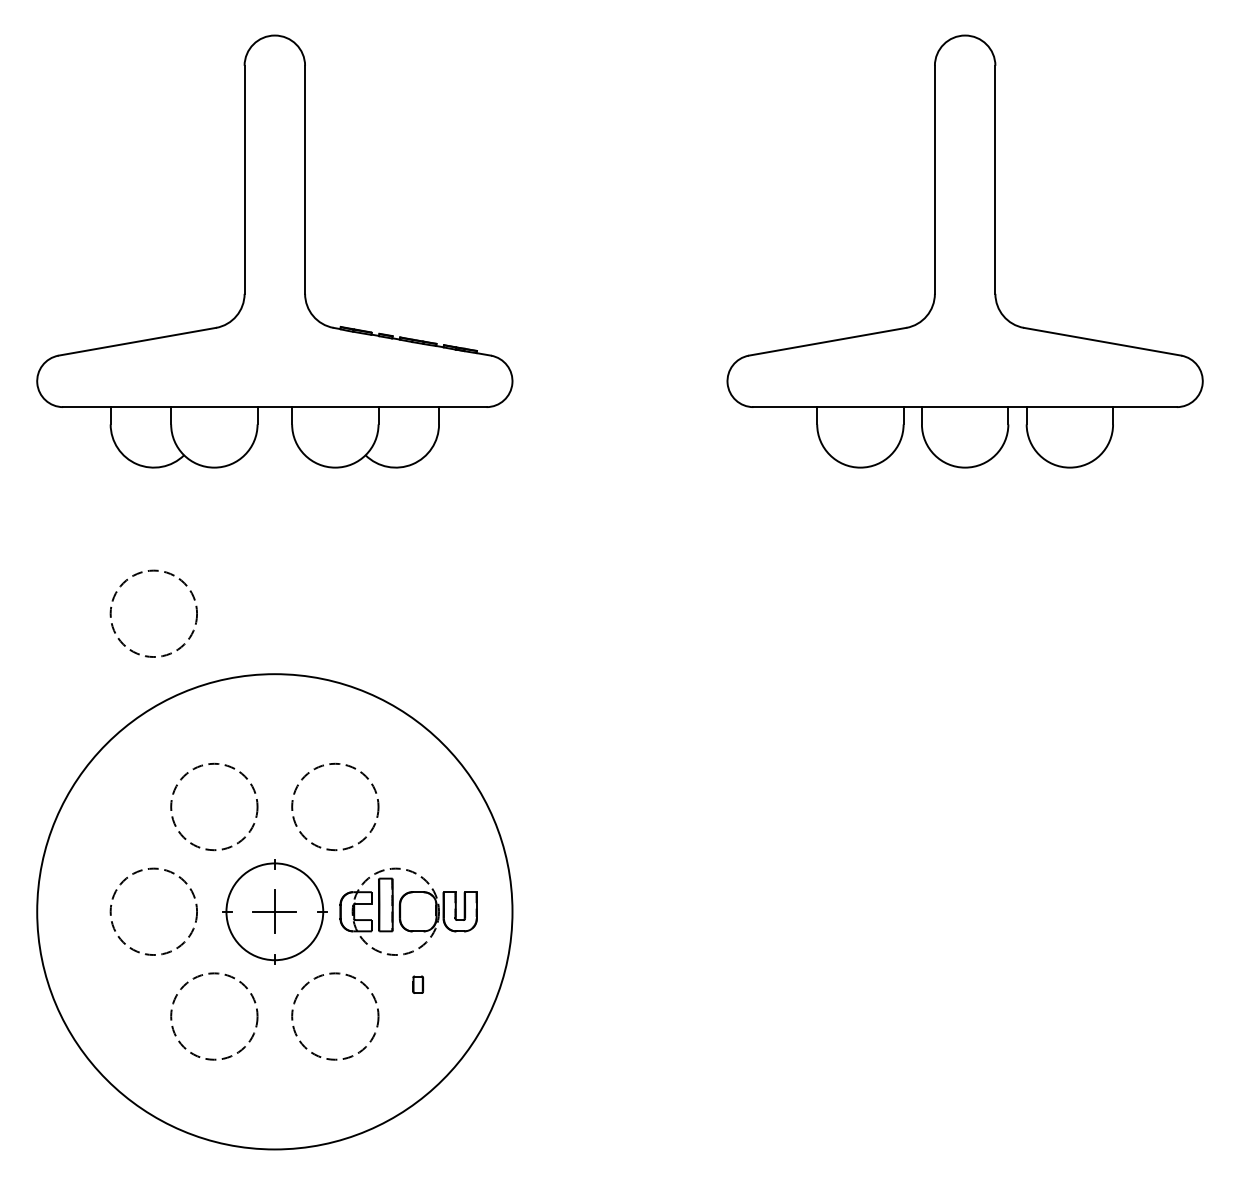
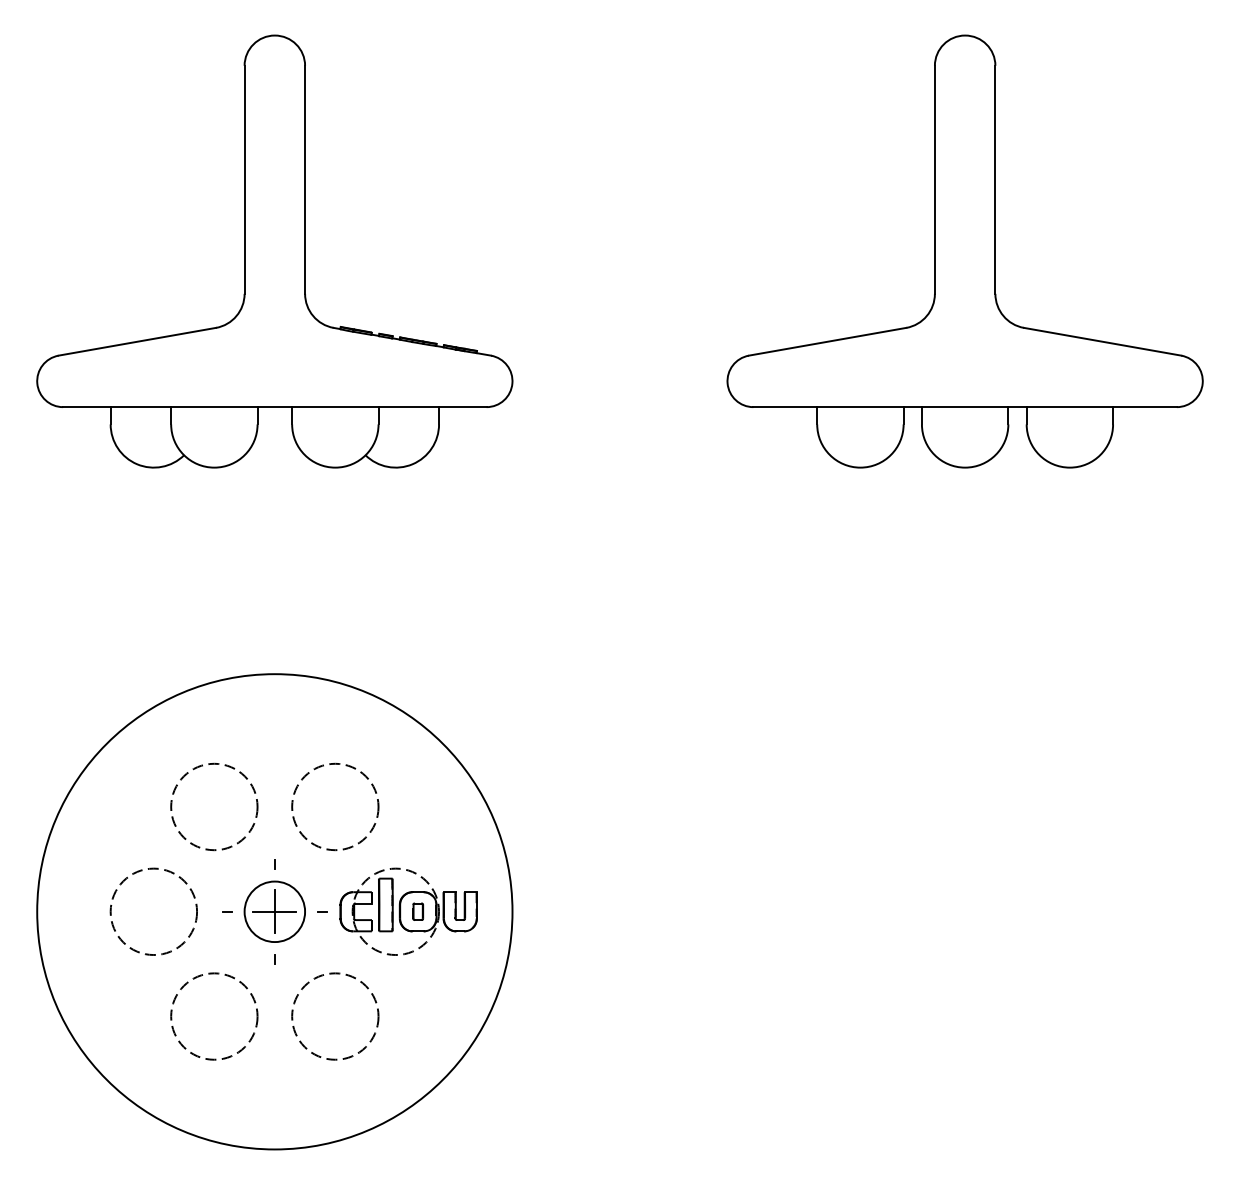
circle at (153, 613): present -> none
circle at (274, 911) diameter: 97 px -> 60 px
part at (418, 984) position: (418, 984) -> (418, 911)
